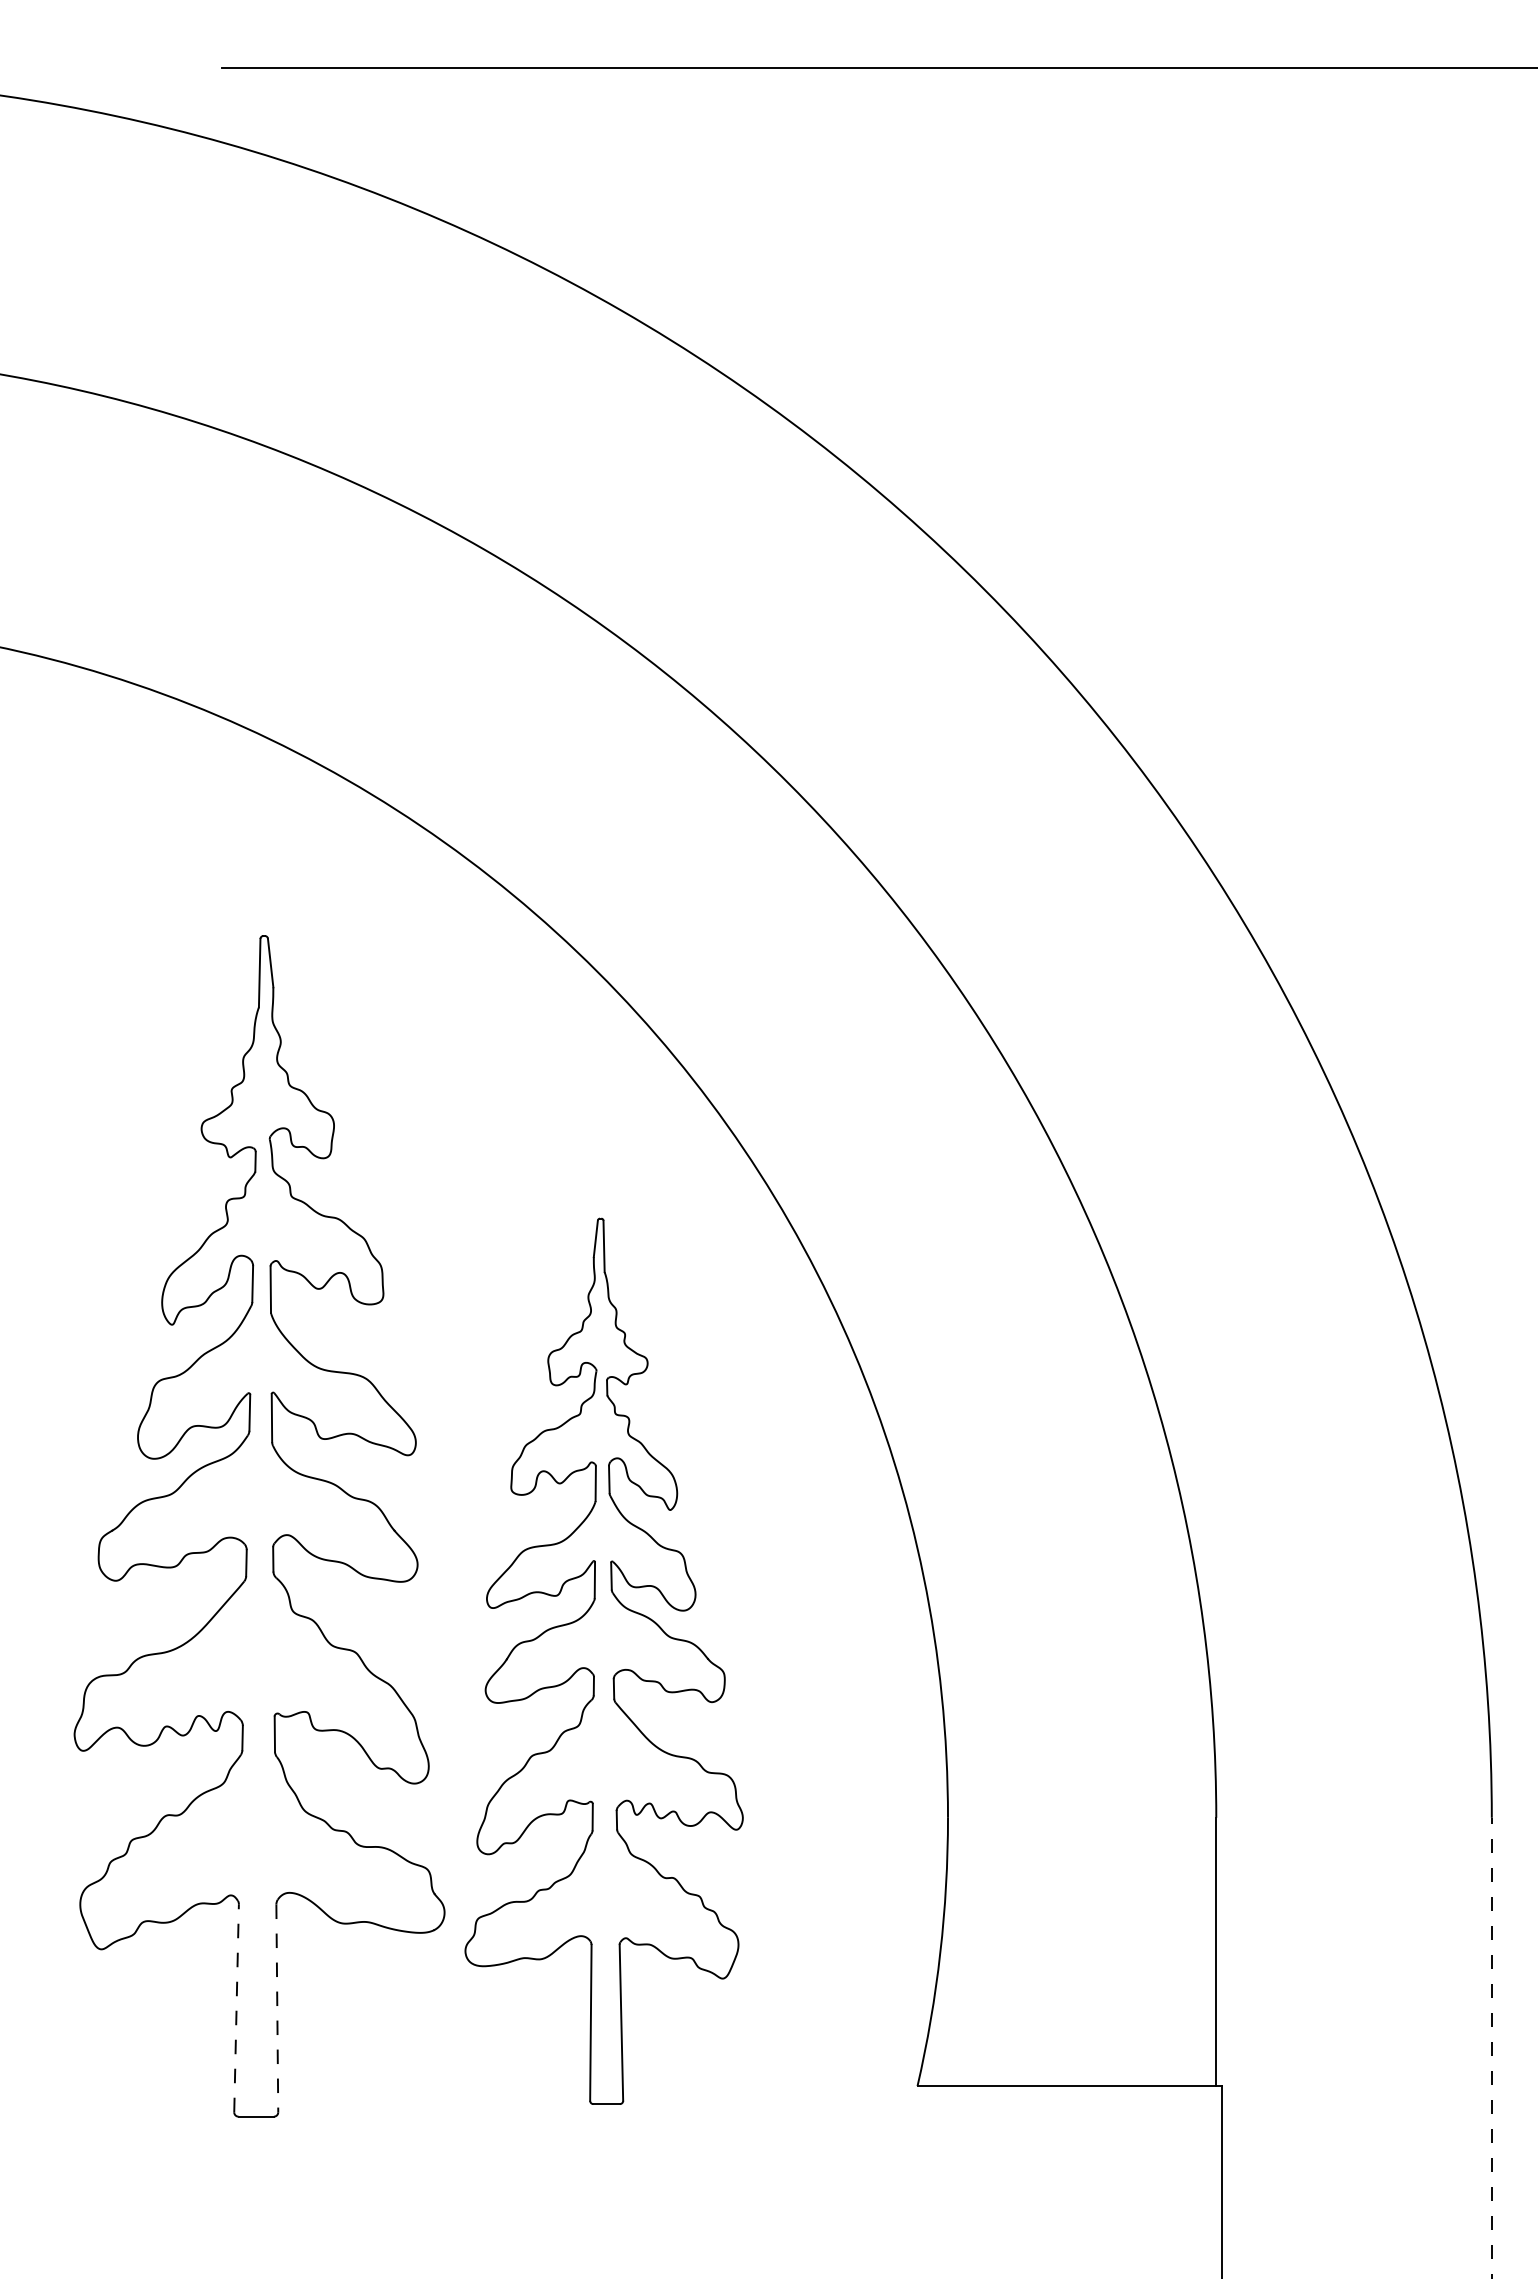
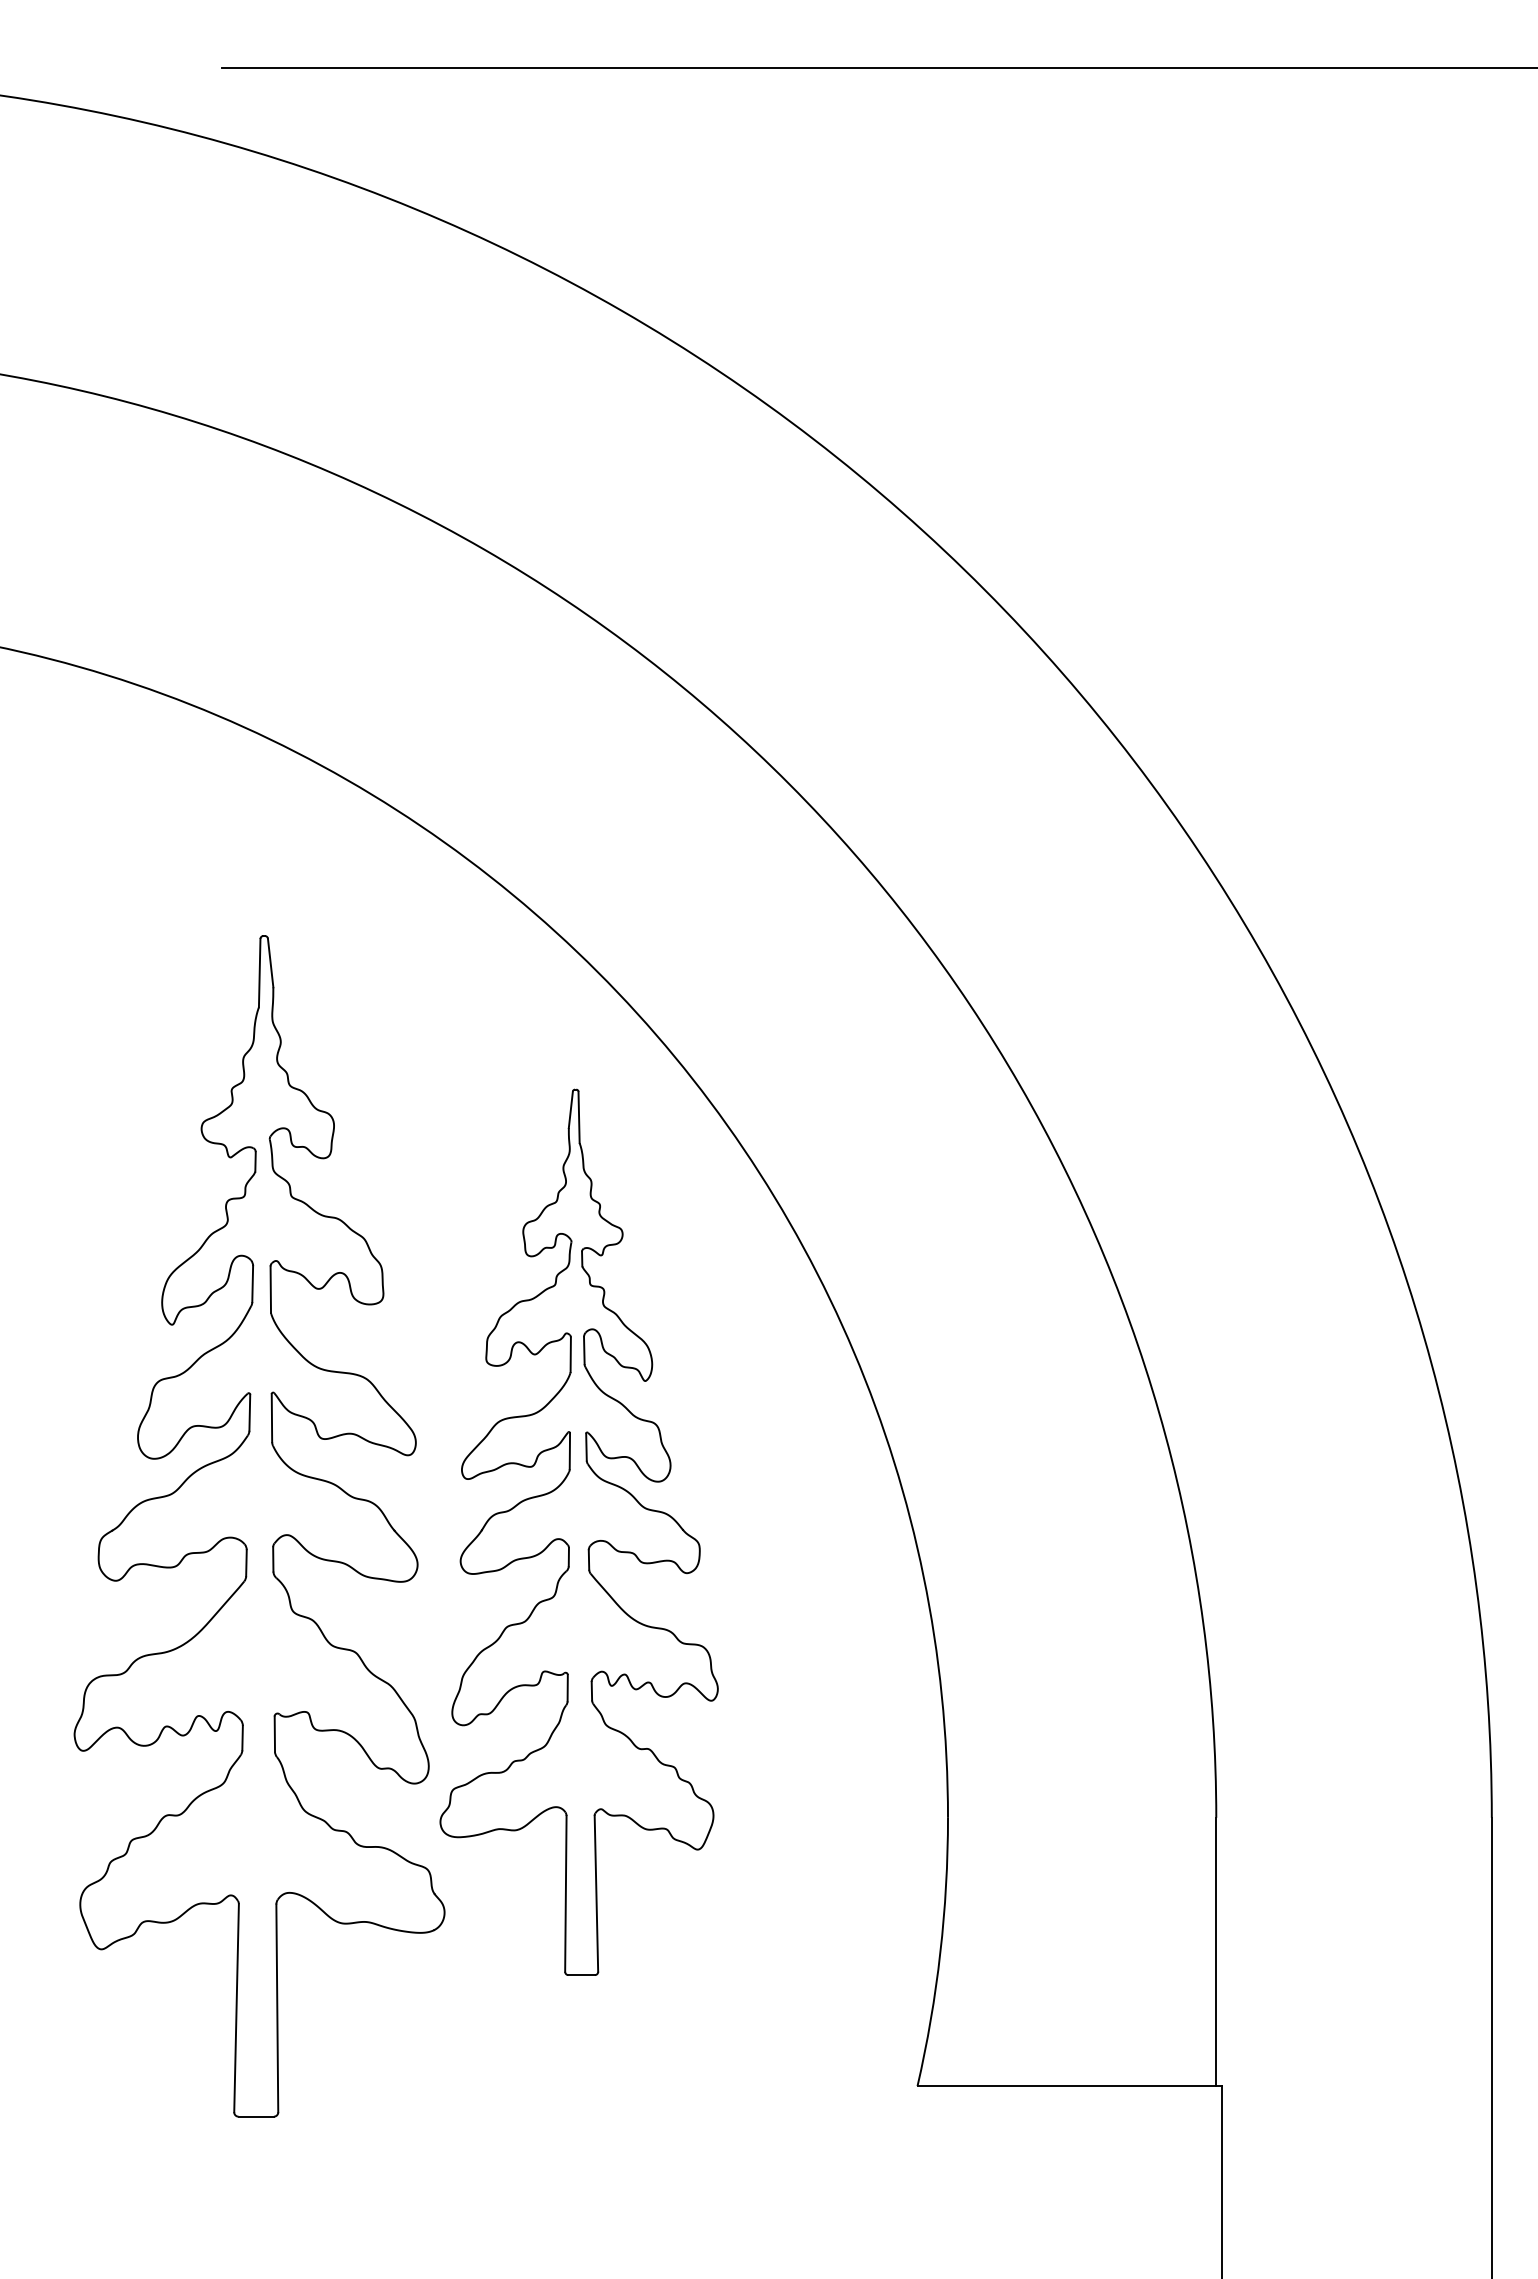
part at (603, 1660) position: (603, 1660) -> (578, 1531)
line at (236, 2007): dashed -> solid
line at (277, 2008): dashed -> solid
line at (1491, 2047): dashed -> solid
